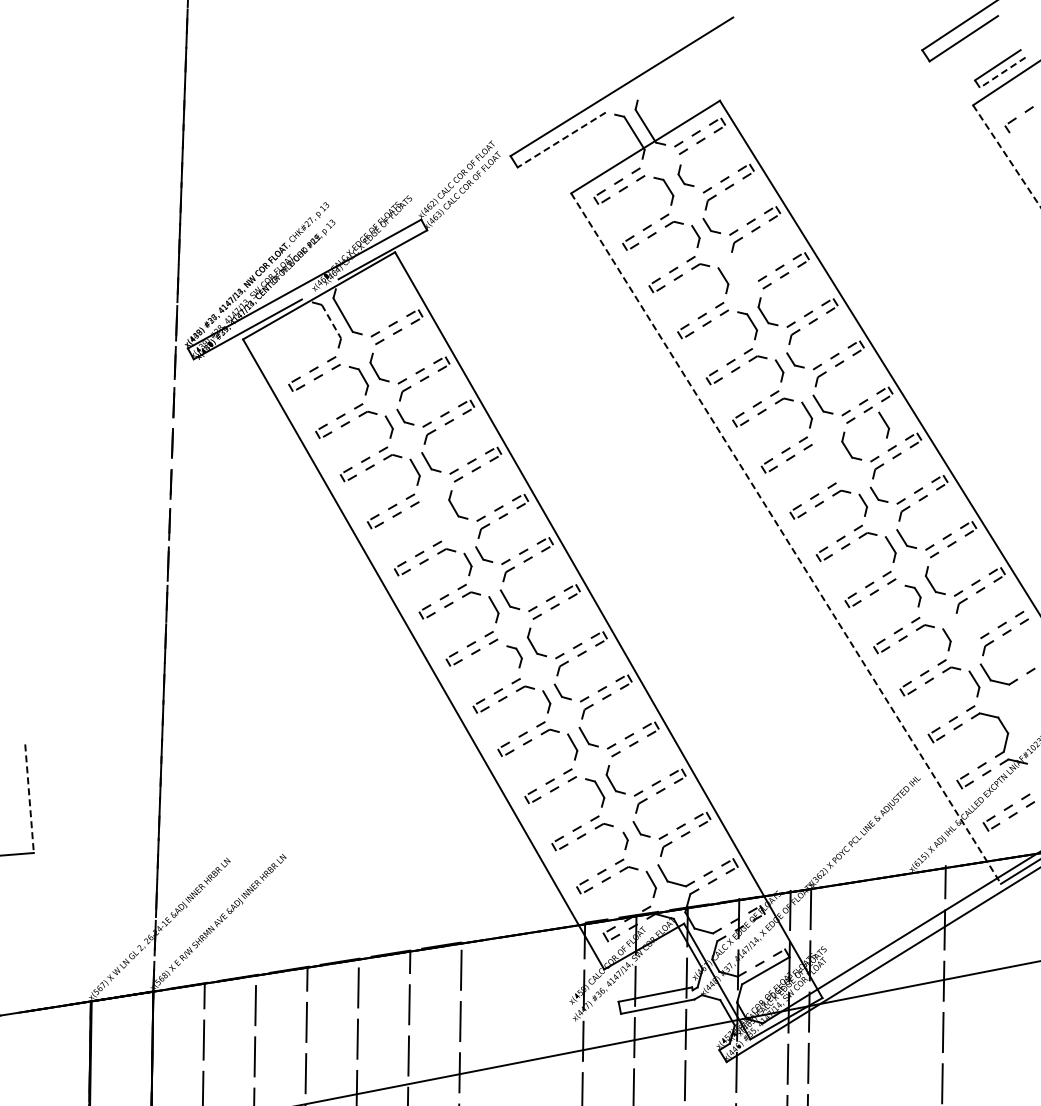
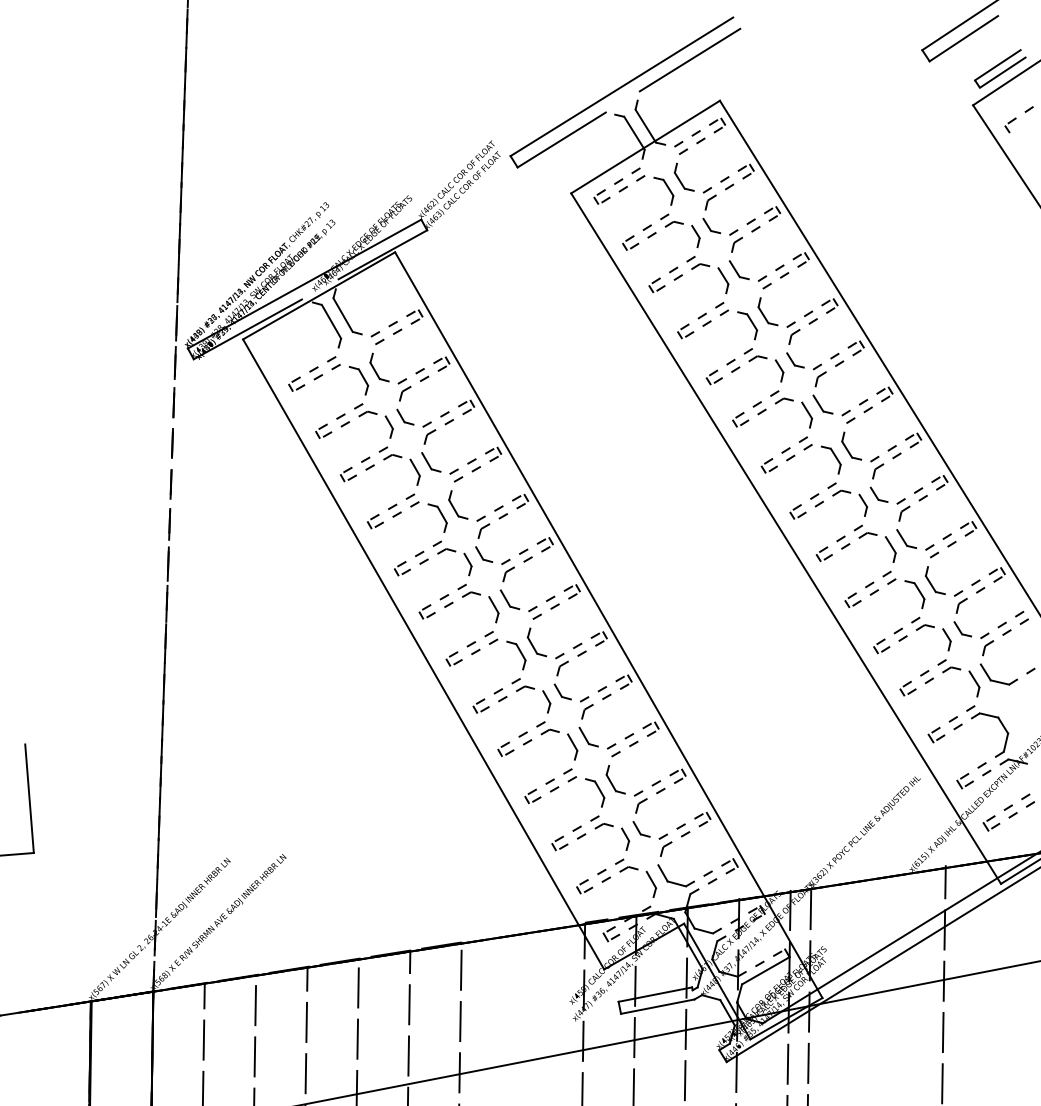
line at (689, 59): none -> present
line at (1002, 72): dashed -> solid
line at (561, 140): dashed -> solid
line at (1007, 156): dashed -> solid
part at (685, 175) size: 18x23 px -> 22x30 px
part at (738, 270): none -> present
line at (331, 322): dashed -> solid
part at (884, 424): present -> none
part at (831, 459): none -> present
part at (437, 517): none -> present
line at (786, 538): dashed -> solid
part at (912, 595) size: 18x24 px -> 22x30 px
part at (962, 629): none -> present
part at (514, 656) size: 17x24 px -> 21x31 px
line at (29, 799): dashed -> solid
part at (625, 840) size: 7x20 px -> 10x24 px
